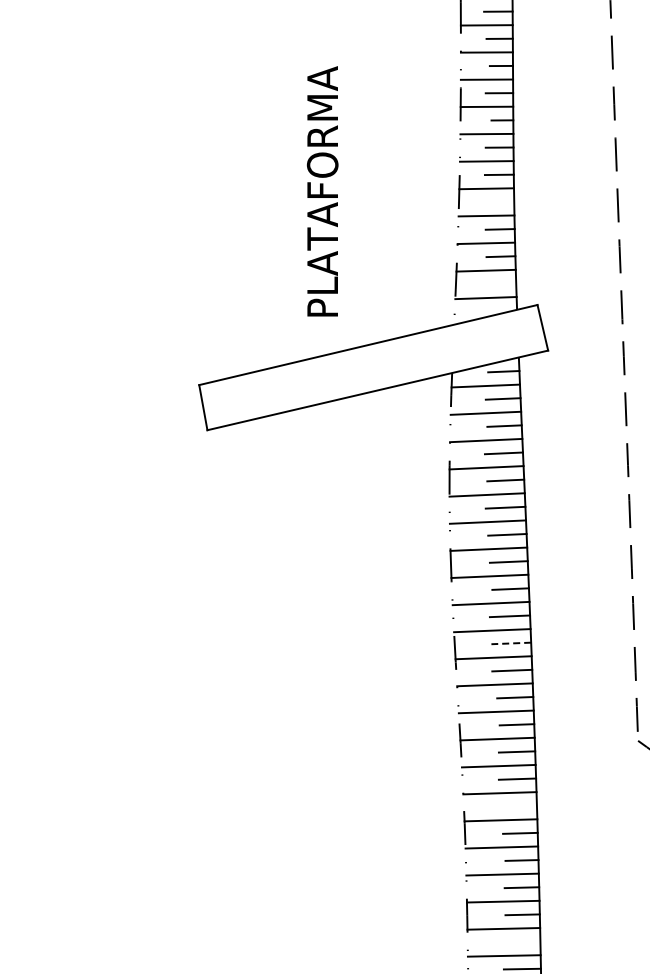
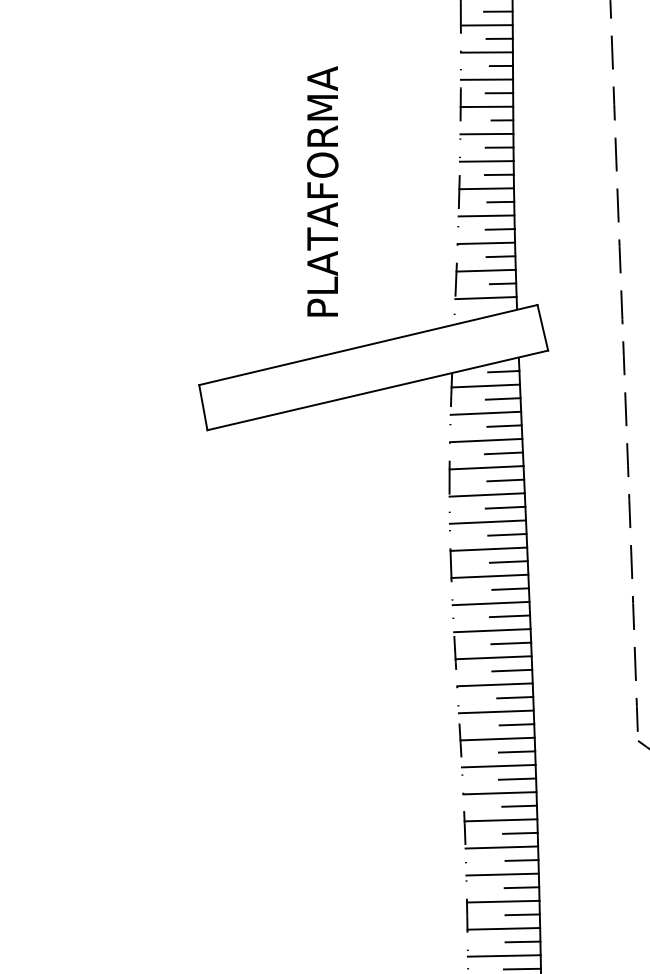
line at (500, 201): none -> present
line at (502, 283): none -> present
line at (511, 643): dashed -> solid
line at (519, 805): none -> present
line at (522, 941): none -> present
